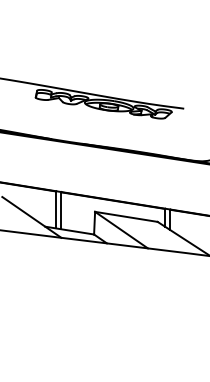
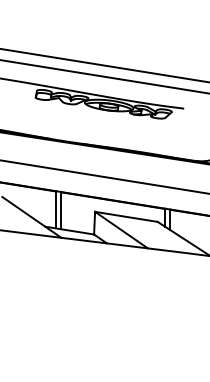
line at (104, 65): none -> present
line at (104, 76): none -> present
line at (104, 176): none -> present
